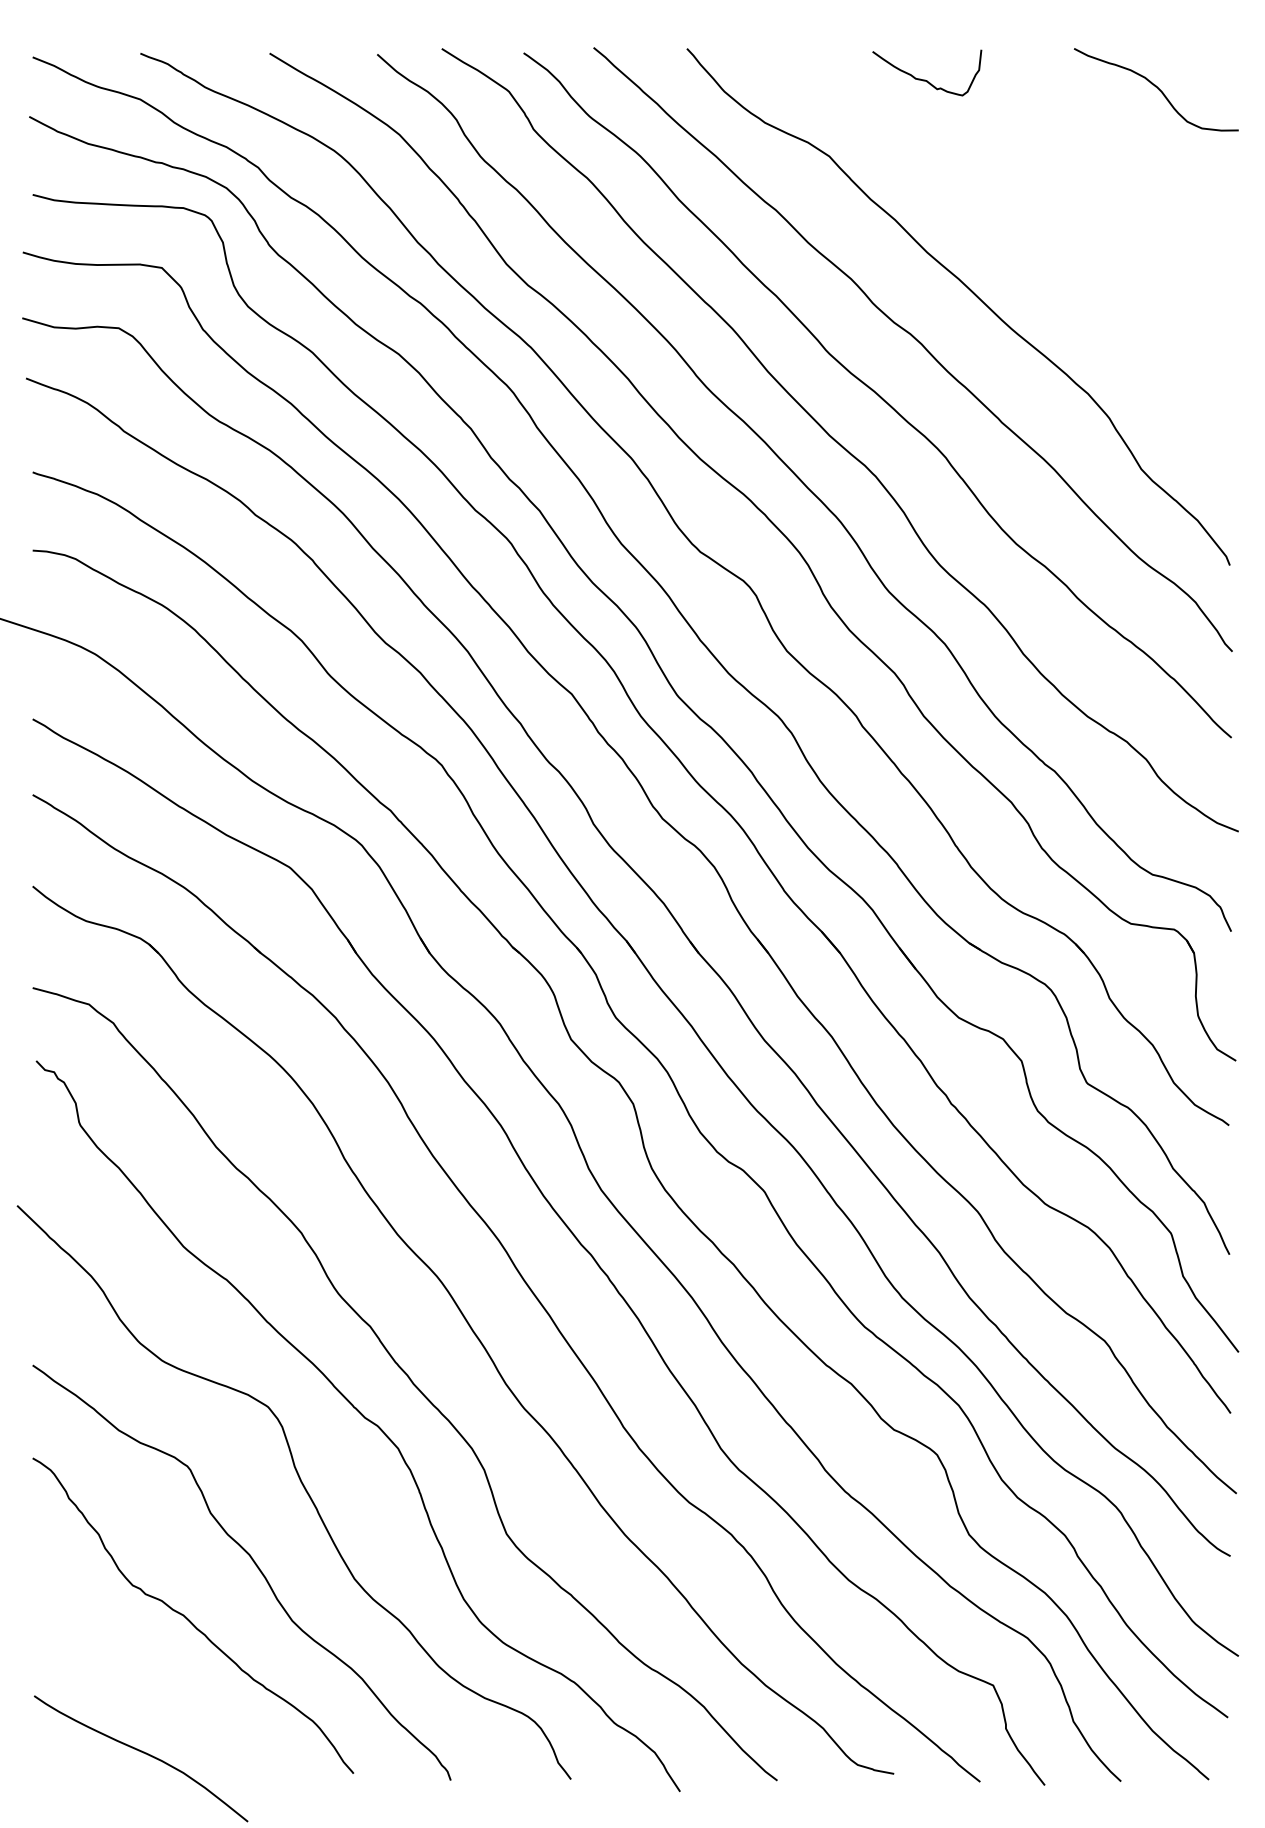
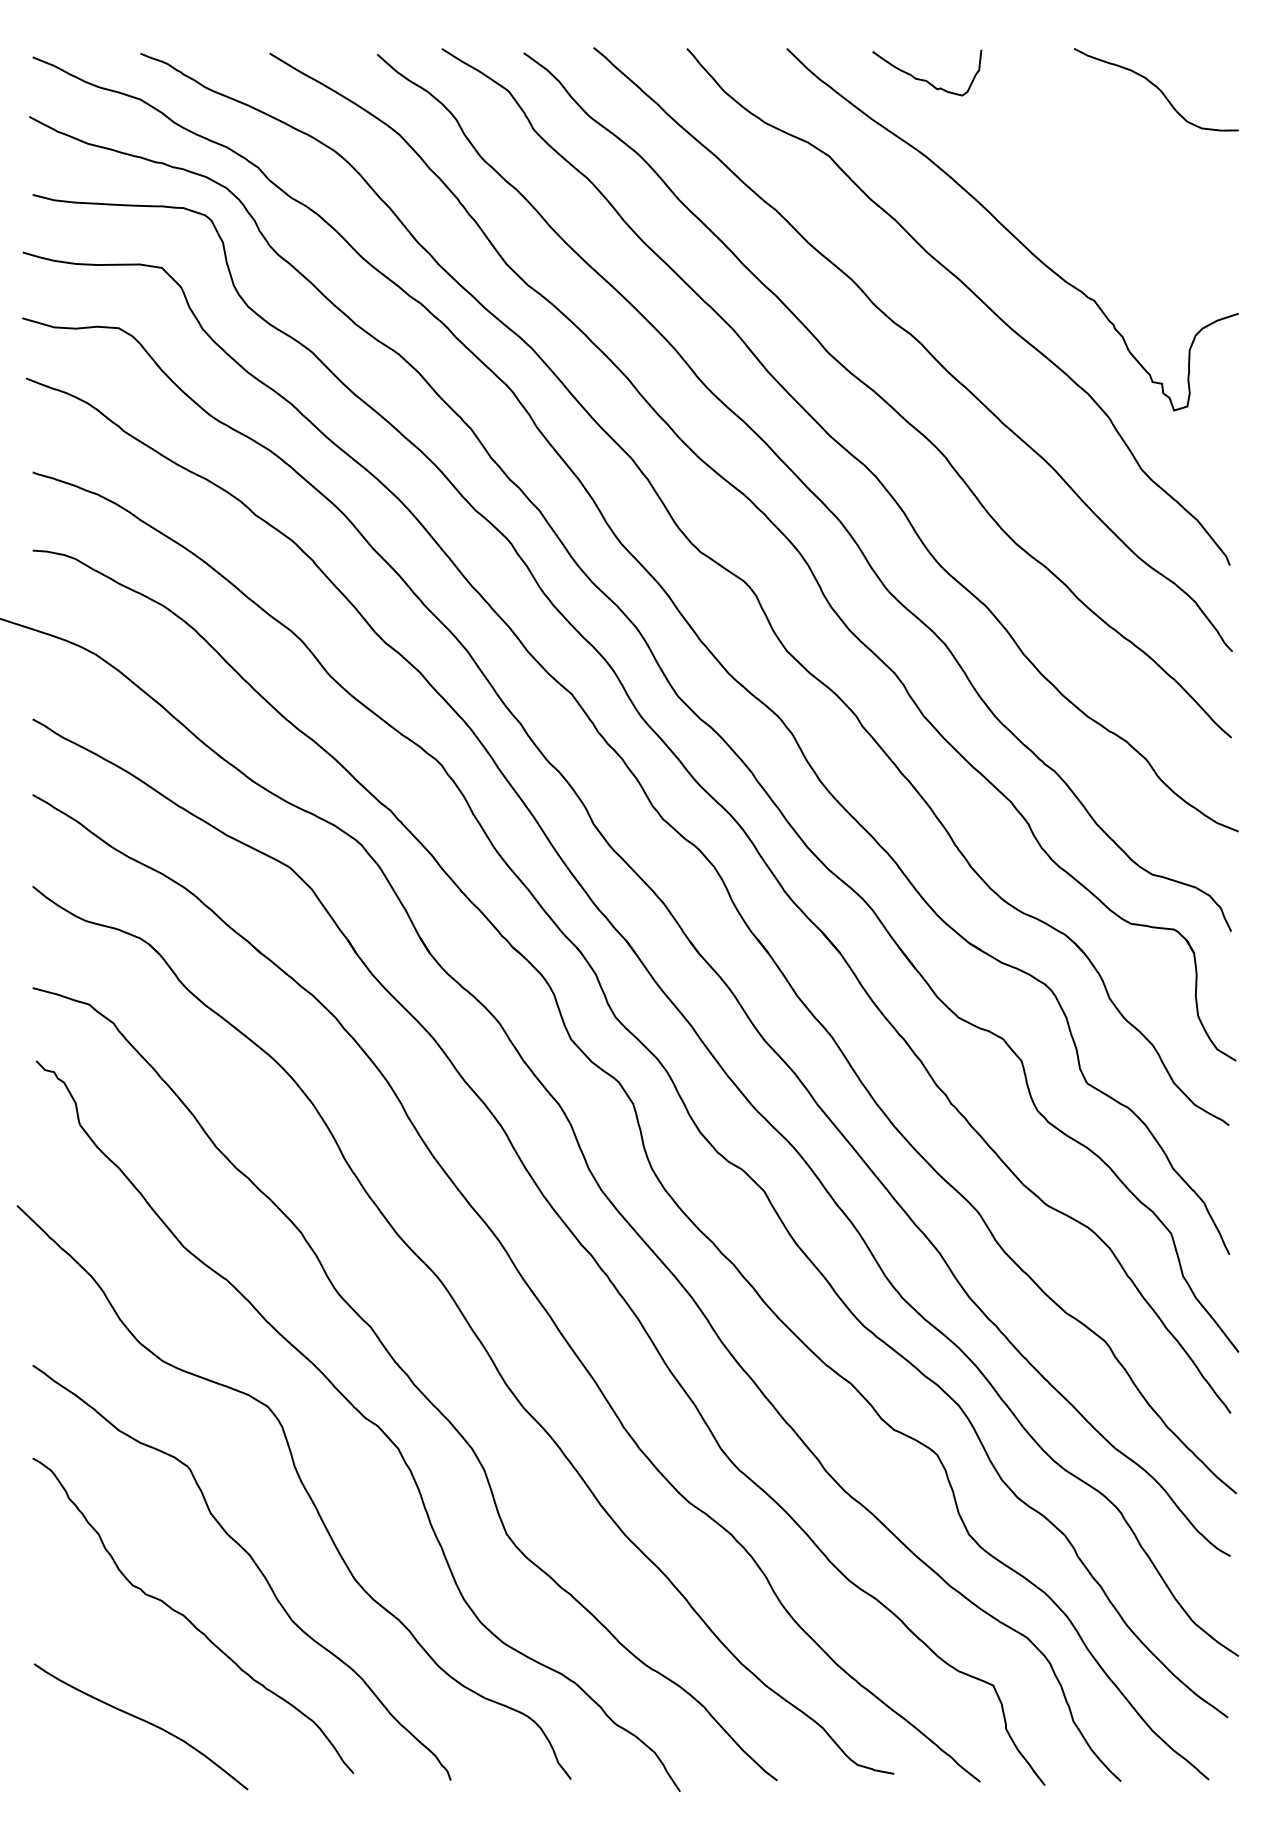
curve at (1010, 231): none -> present
curve at (143, 1753) position: (143, 1753) -> (143, 1721)
